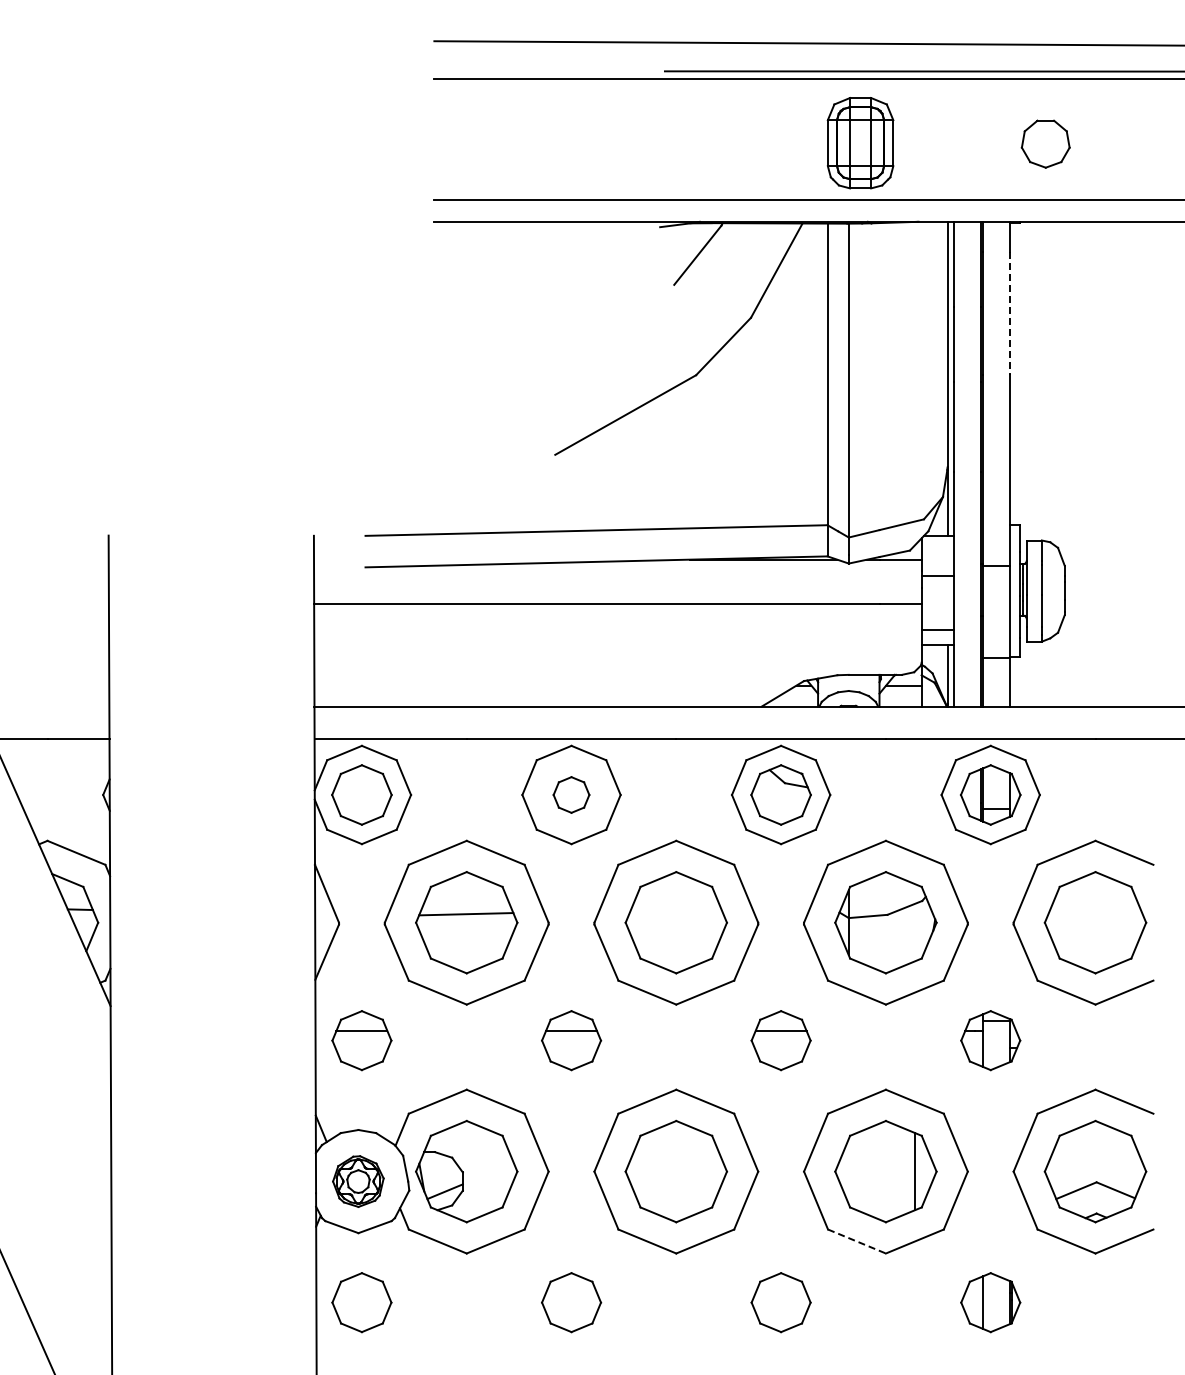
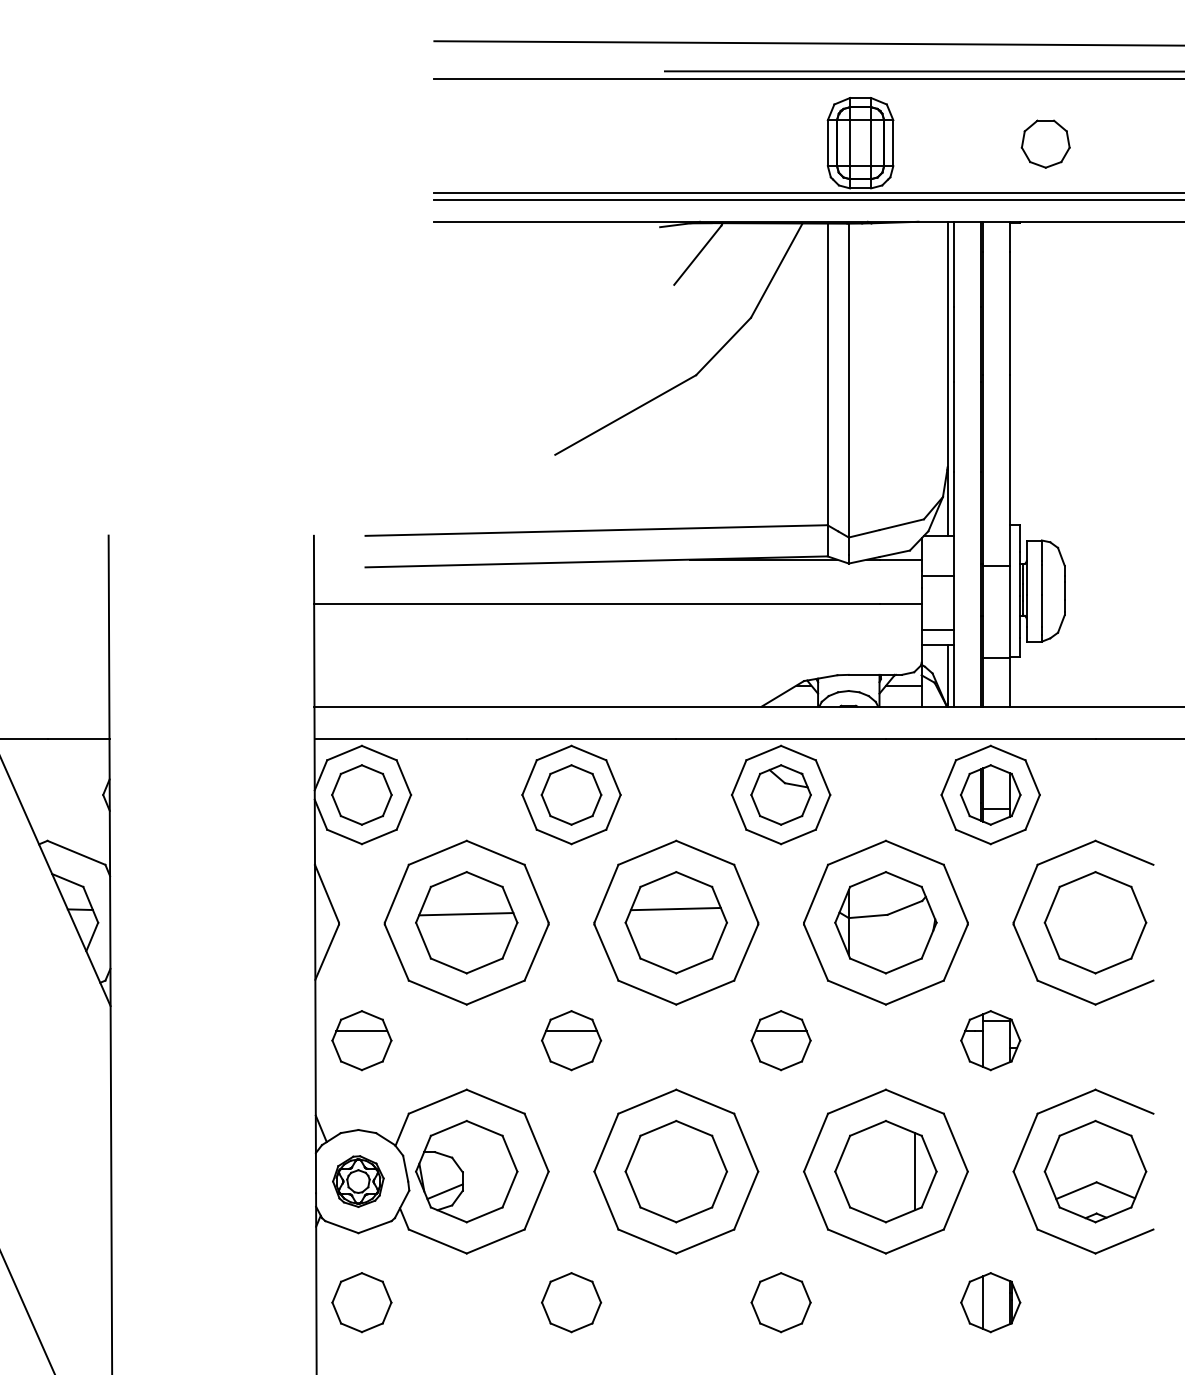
line at (807, 193): none -> present
line at (1010, 313): dashed -> solid
part at (571, 794) size: 39x38 px -> 63x62 px
line at (675, 908): none -> present
line at (857, 1241): dashed -> solid
